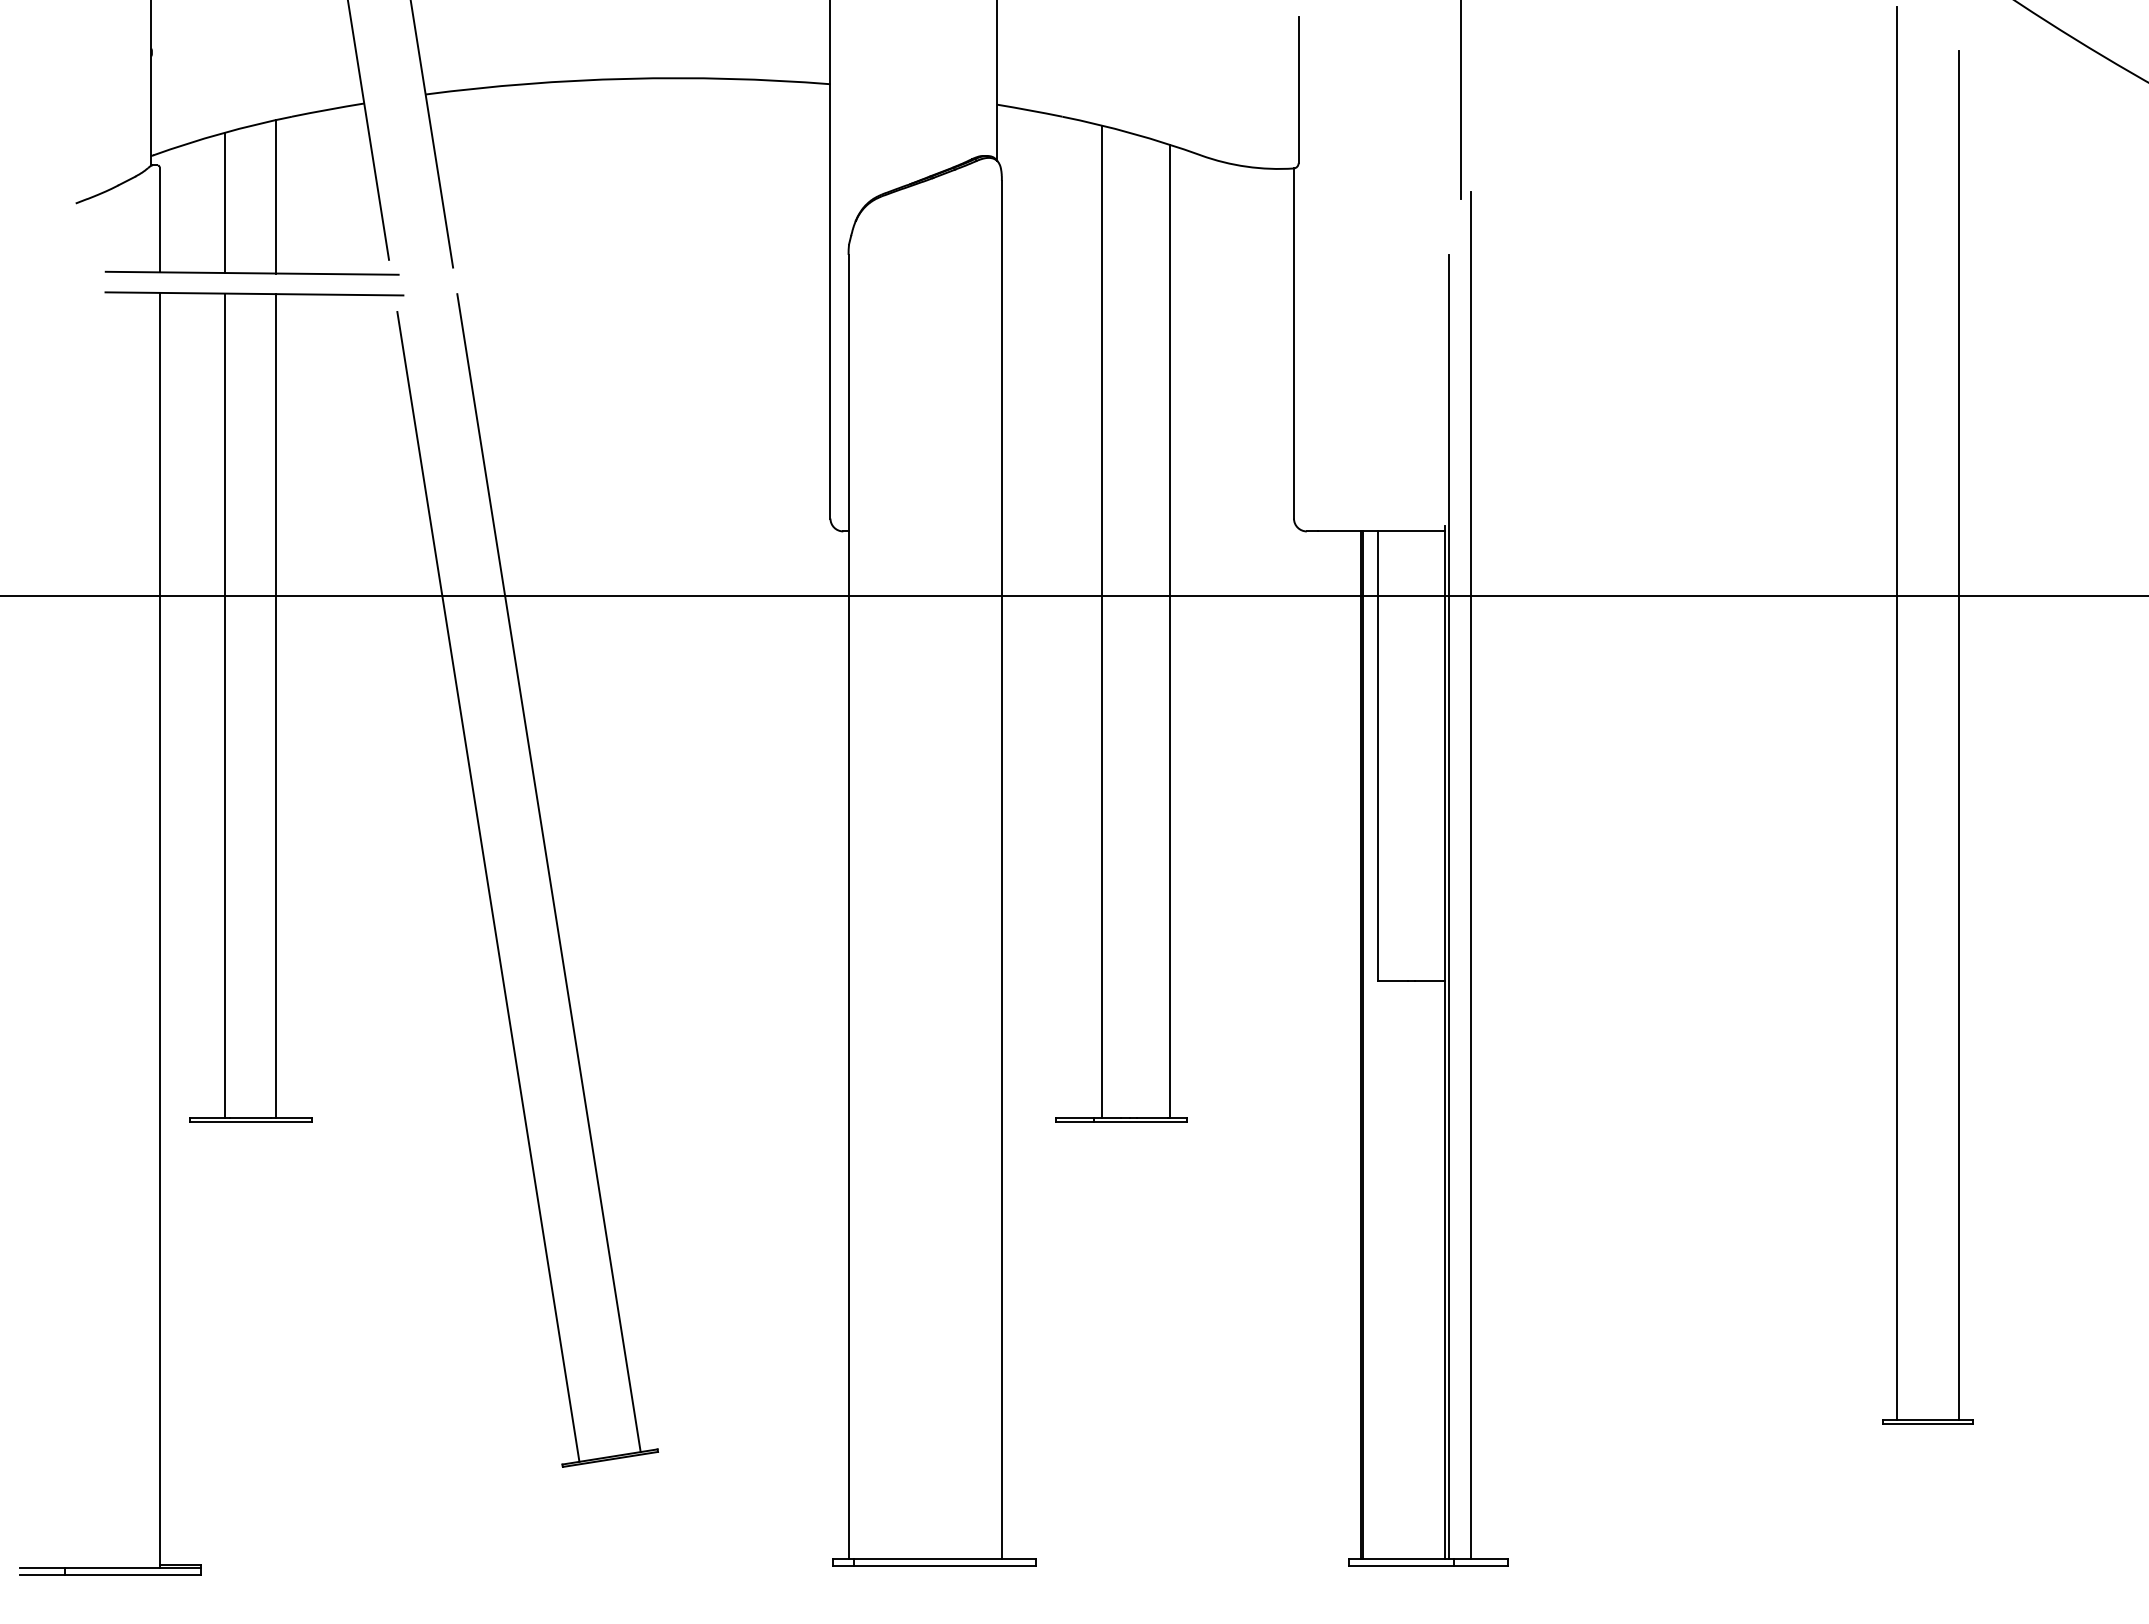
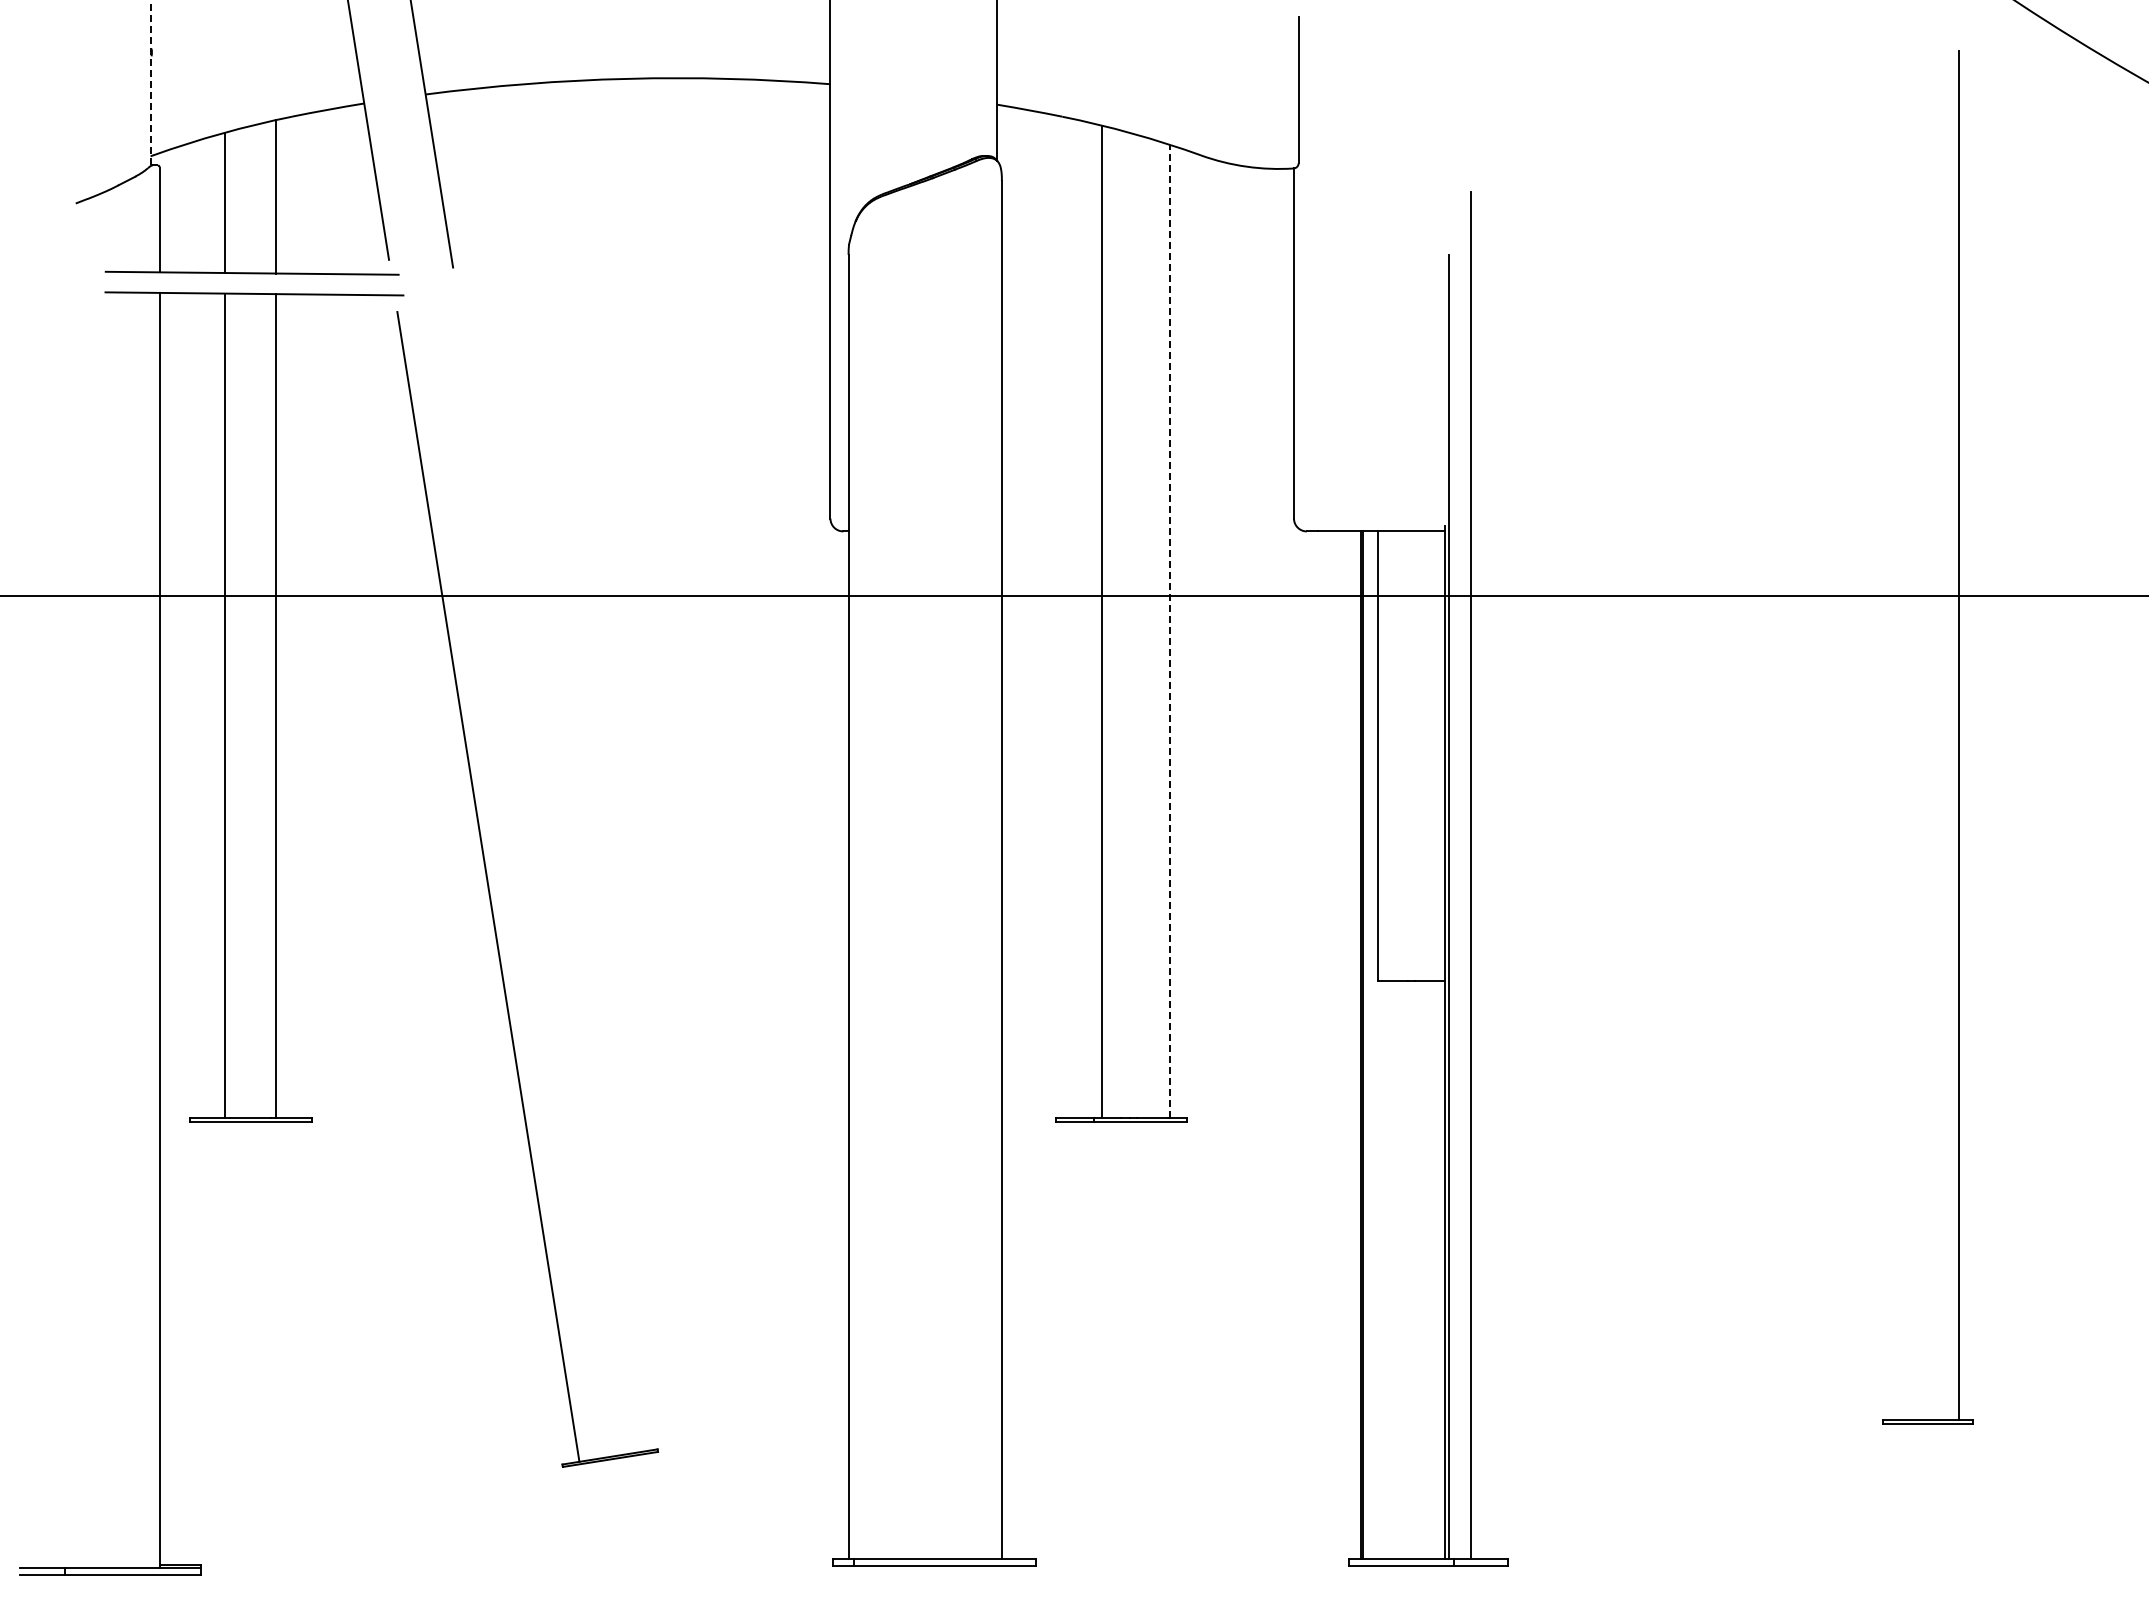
line at (151, 82): solid -> dashed
line at (1460, 100): present -> none
line at (1170, 631): solid -> dashed
line at (1897, 713): present -> none
line at (548, 873): present -> none
